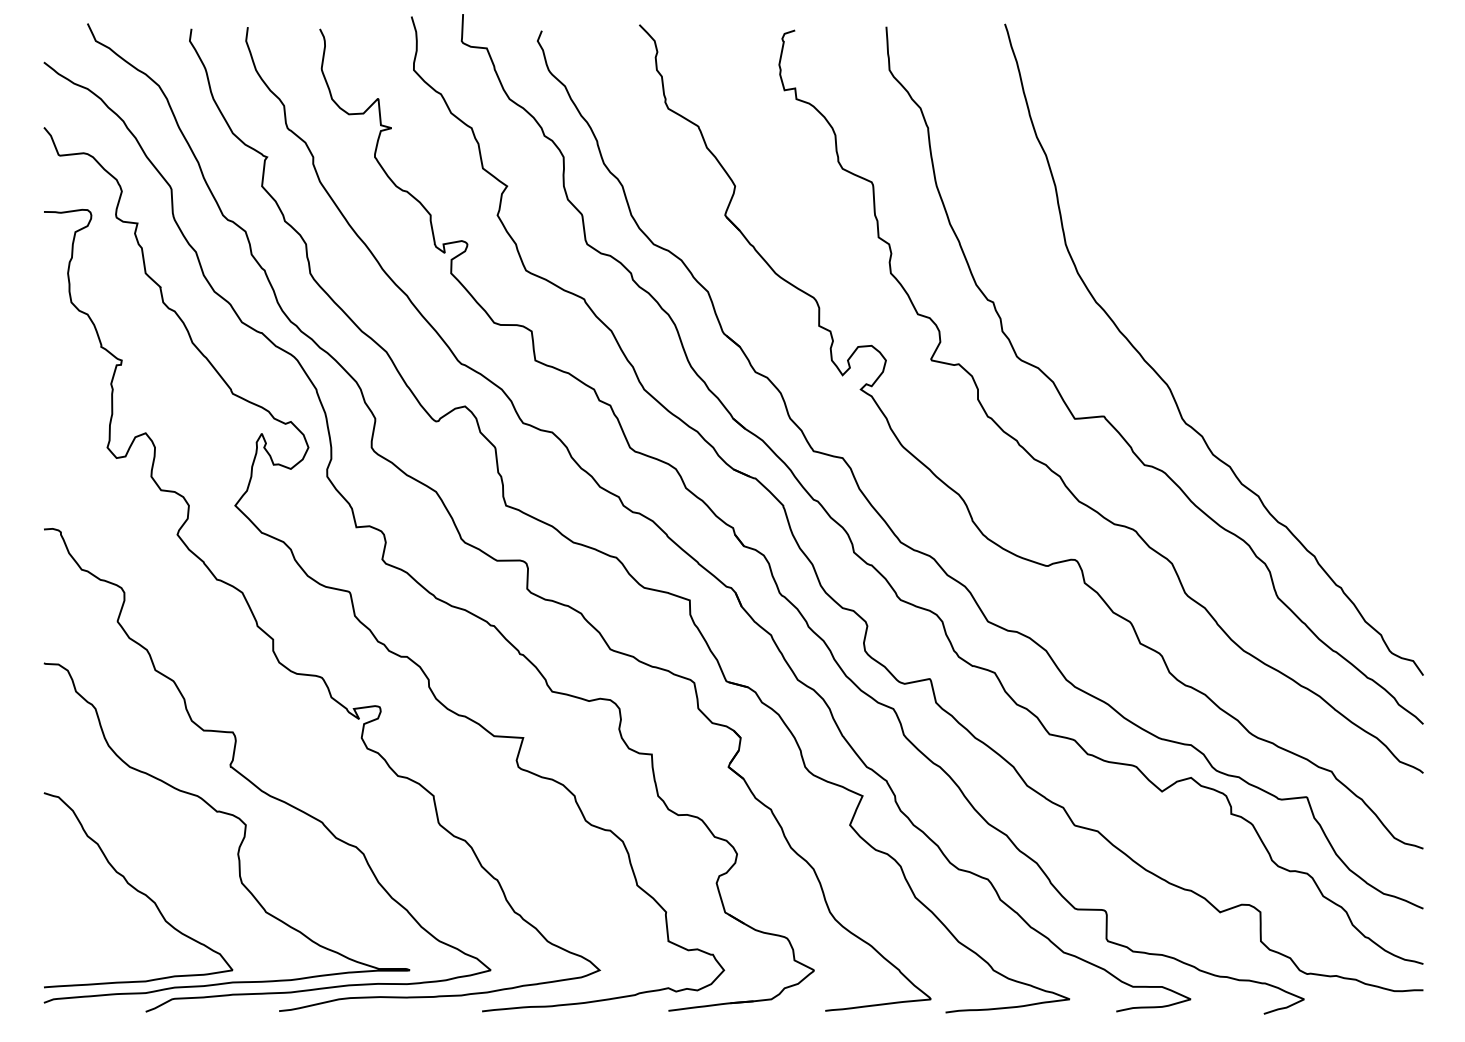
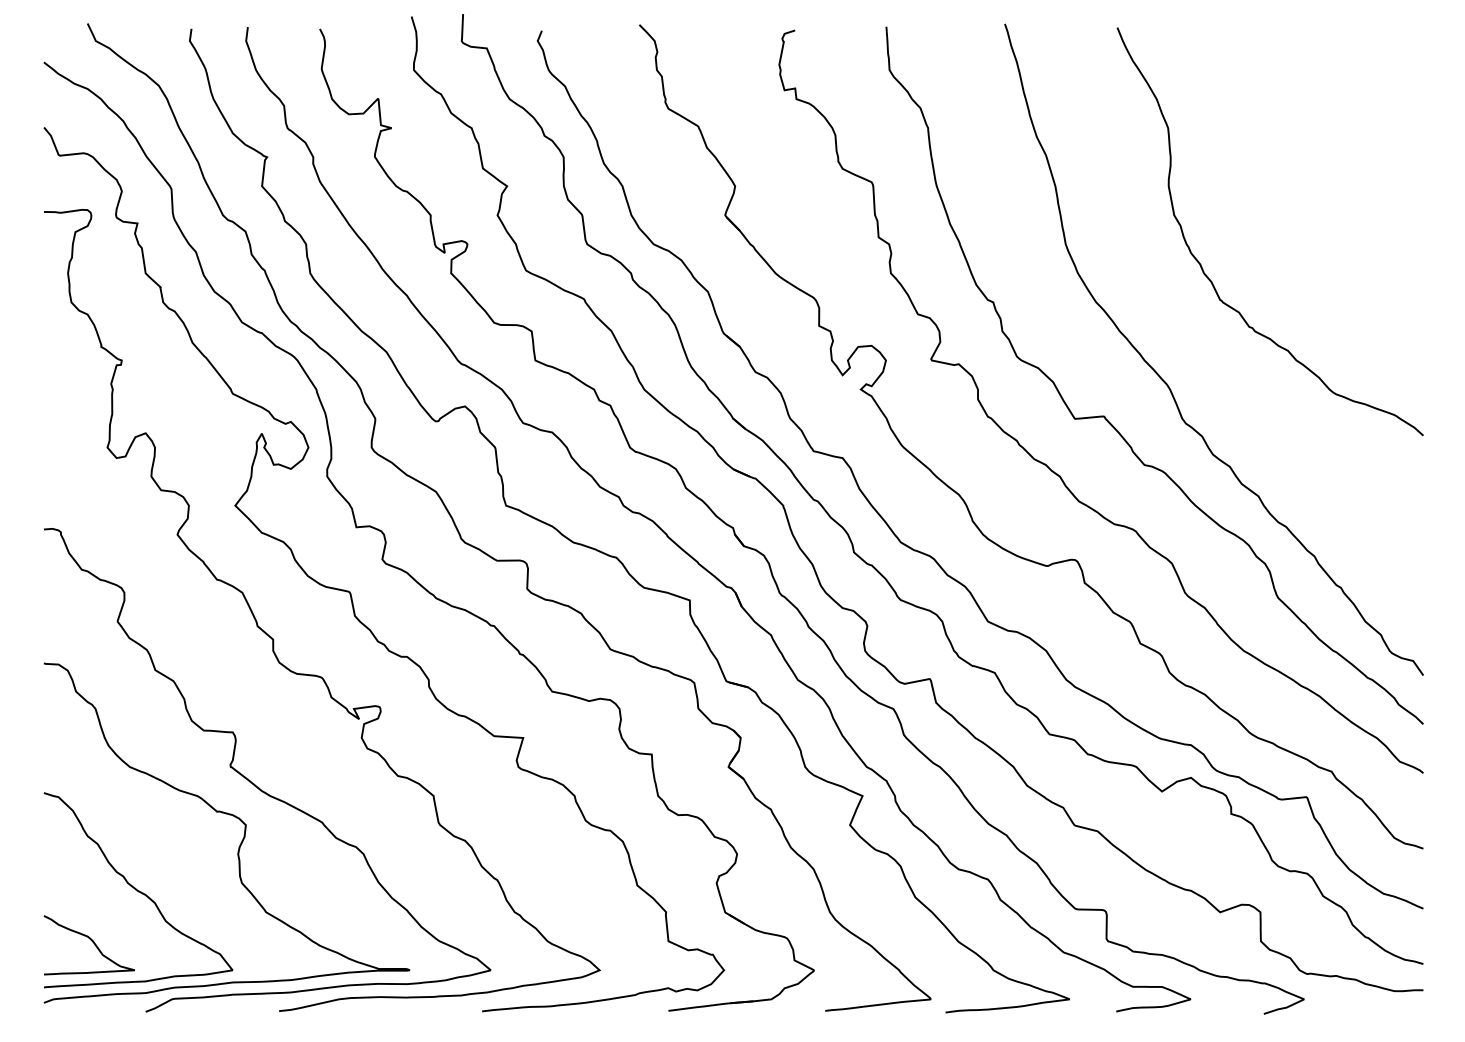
curve at (1201, 264): none -> present
curve at (91, 941): none -> present
